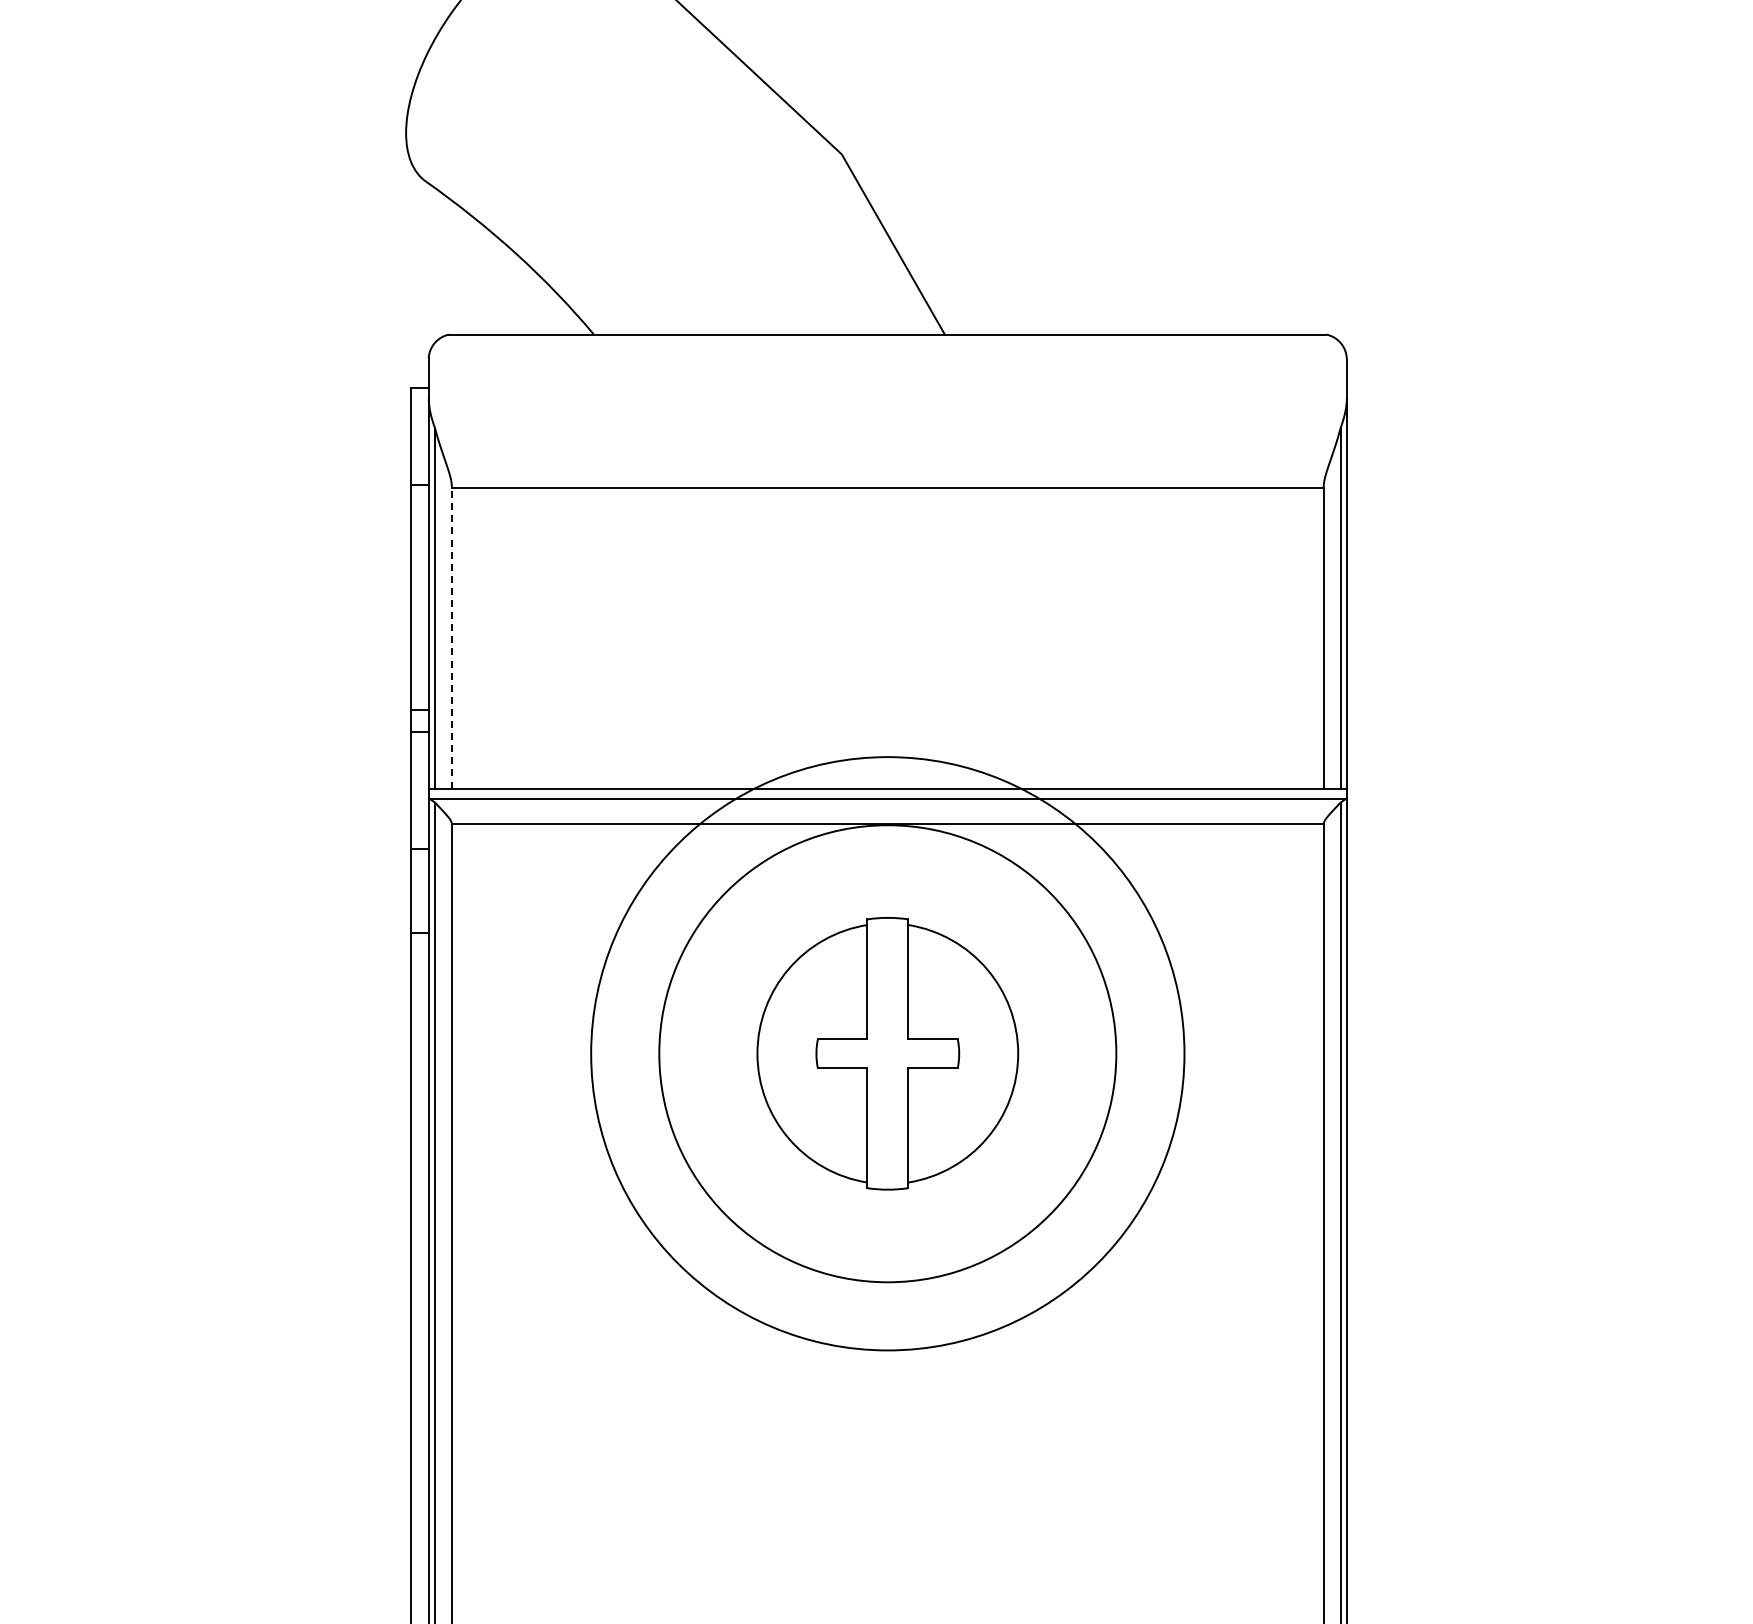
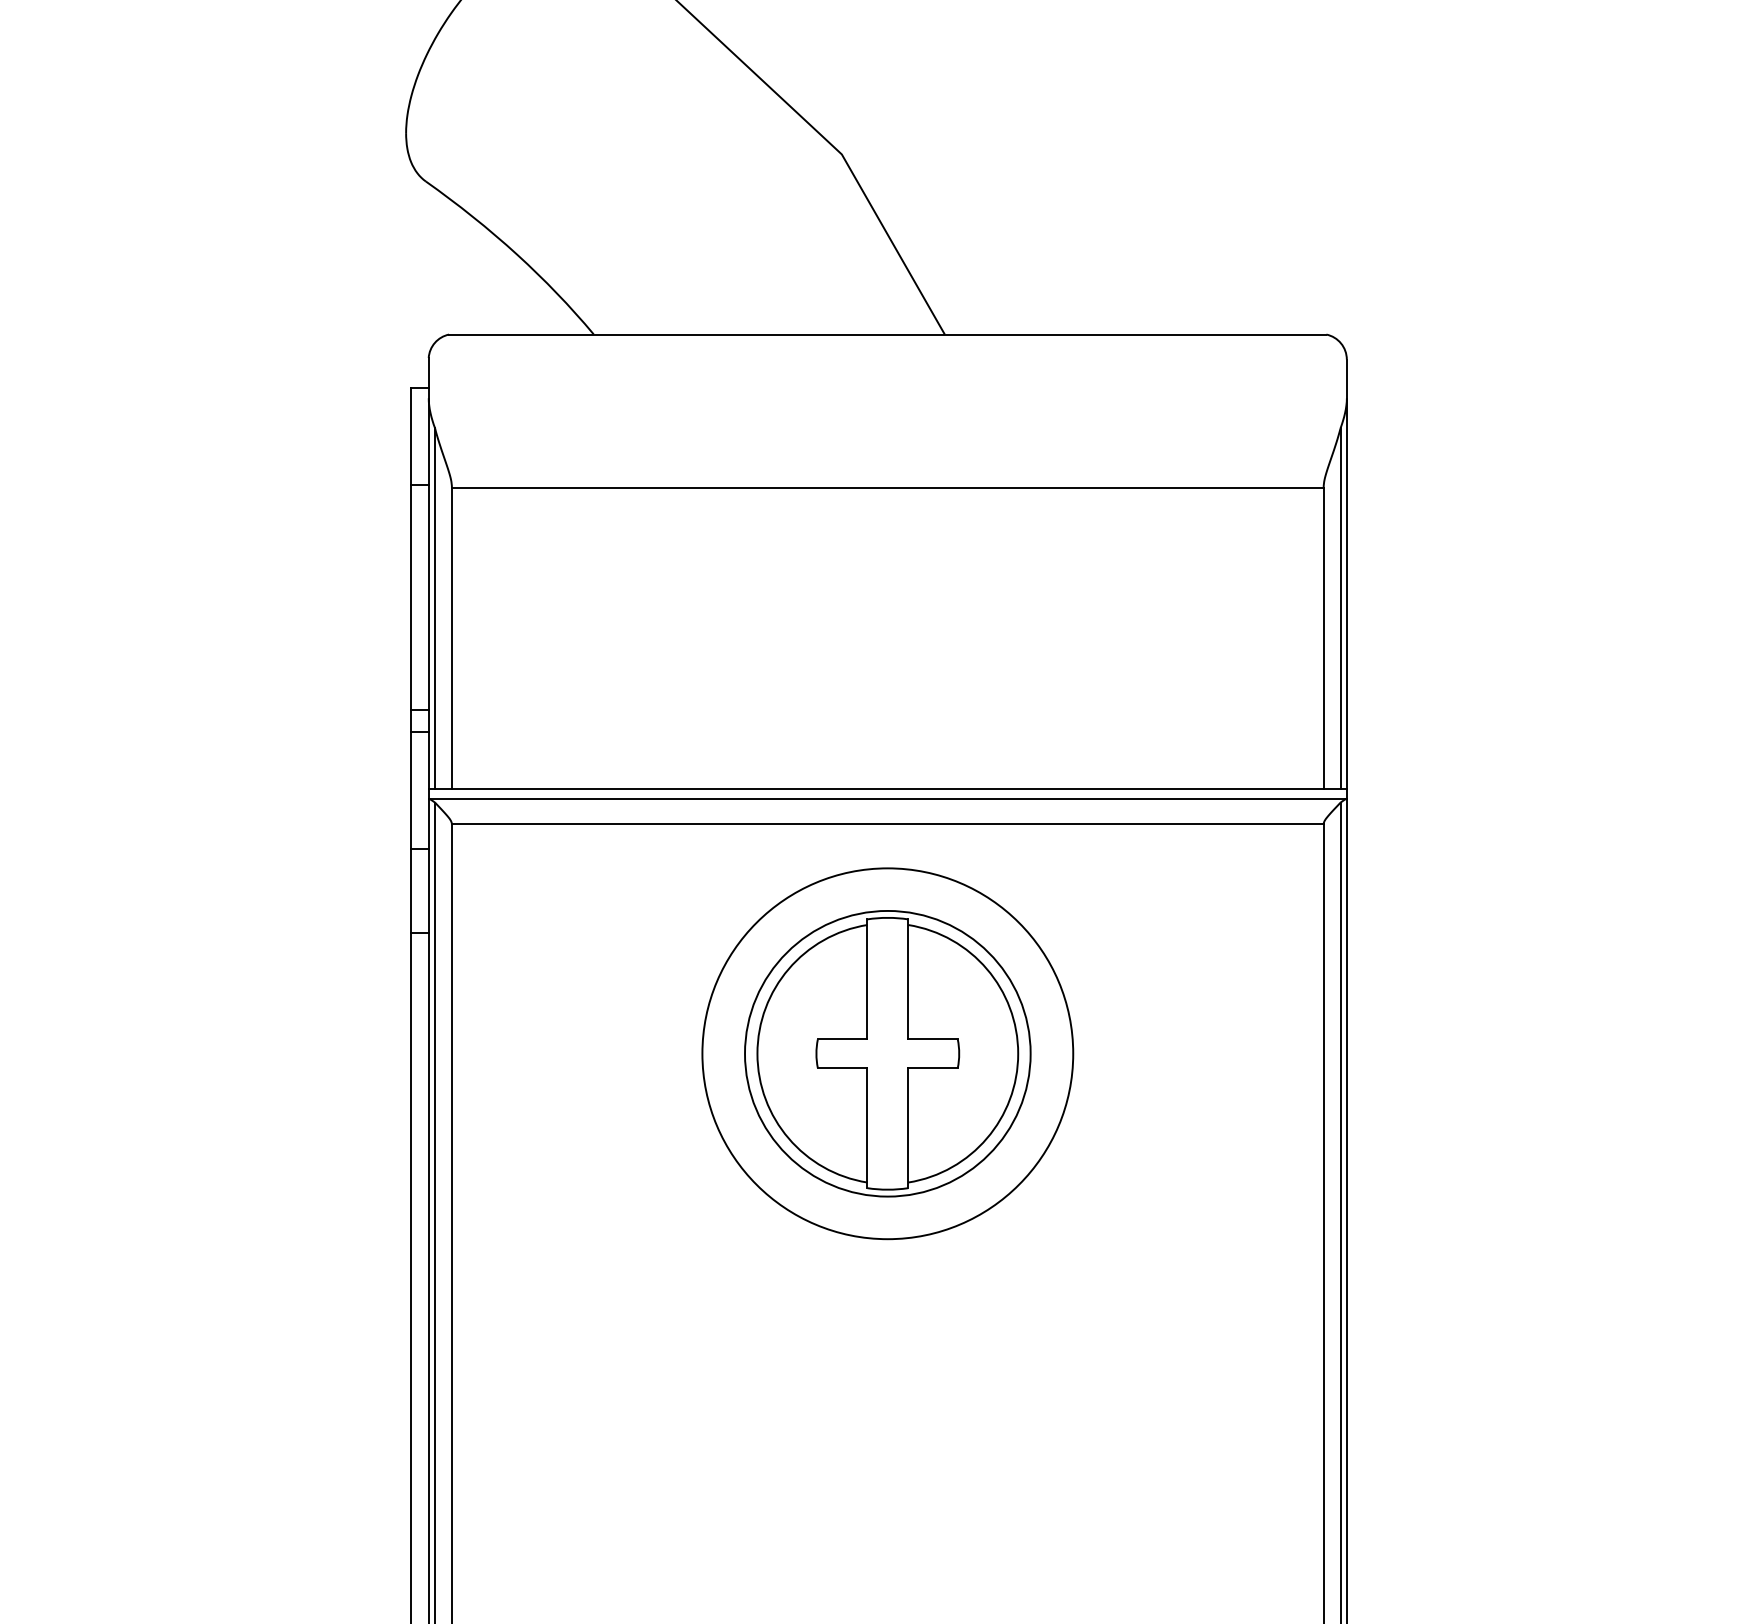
line at (451, 637): dashed -> solid
circle at (887, 1053) diameter: 457 px -> 286 px
circle at (887, 1053) diameter: 593 px -> 371 px
